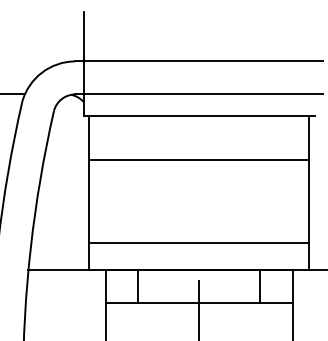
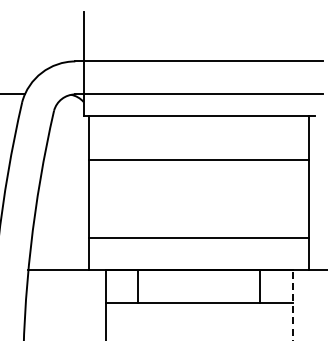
line at (199, 242) position: (199, 242) -> (199, 237)
line at (292, 305): solid -> dashed
line at (199, 308): present -> none
